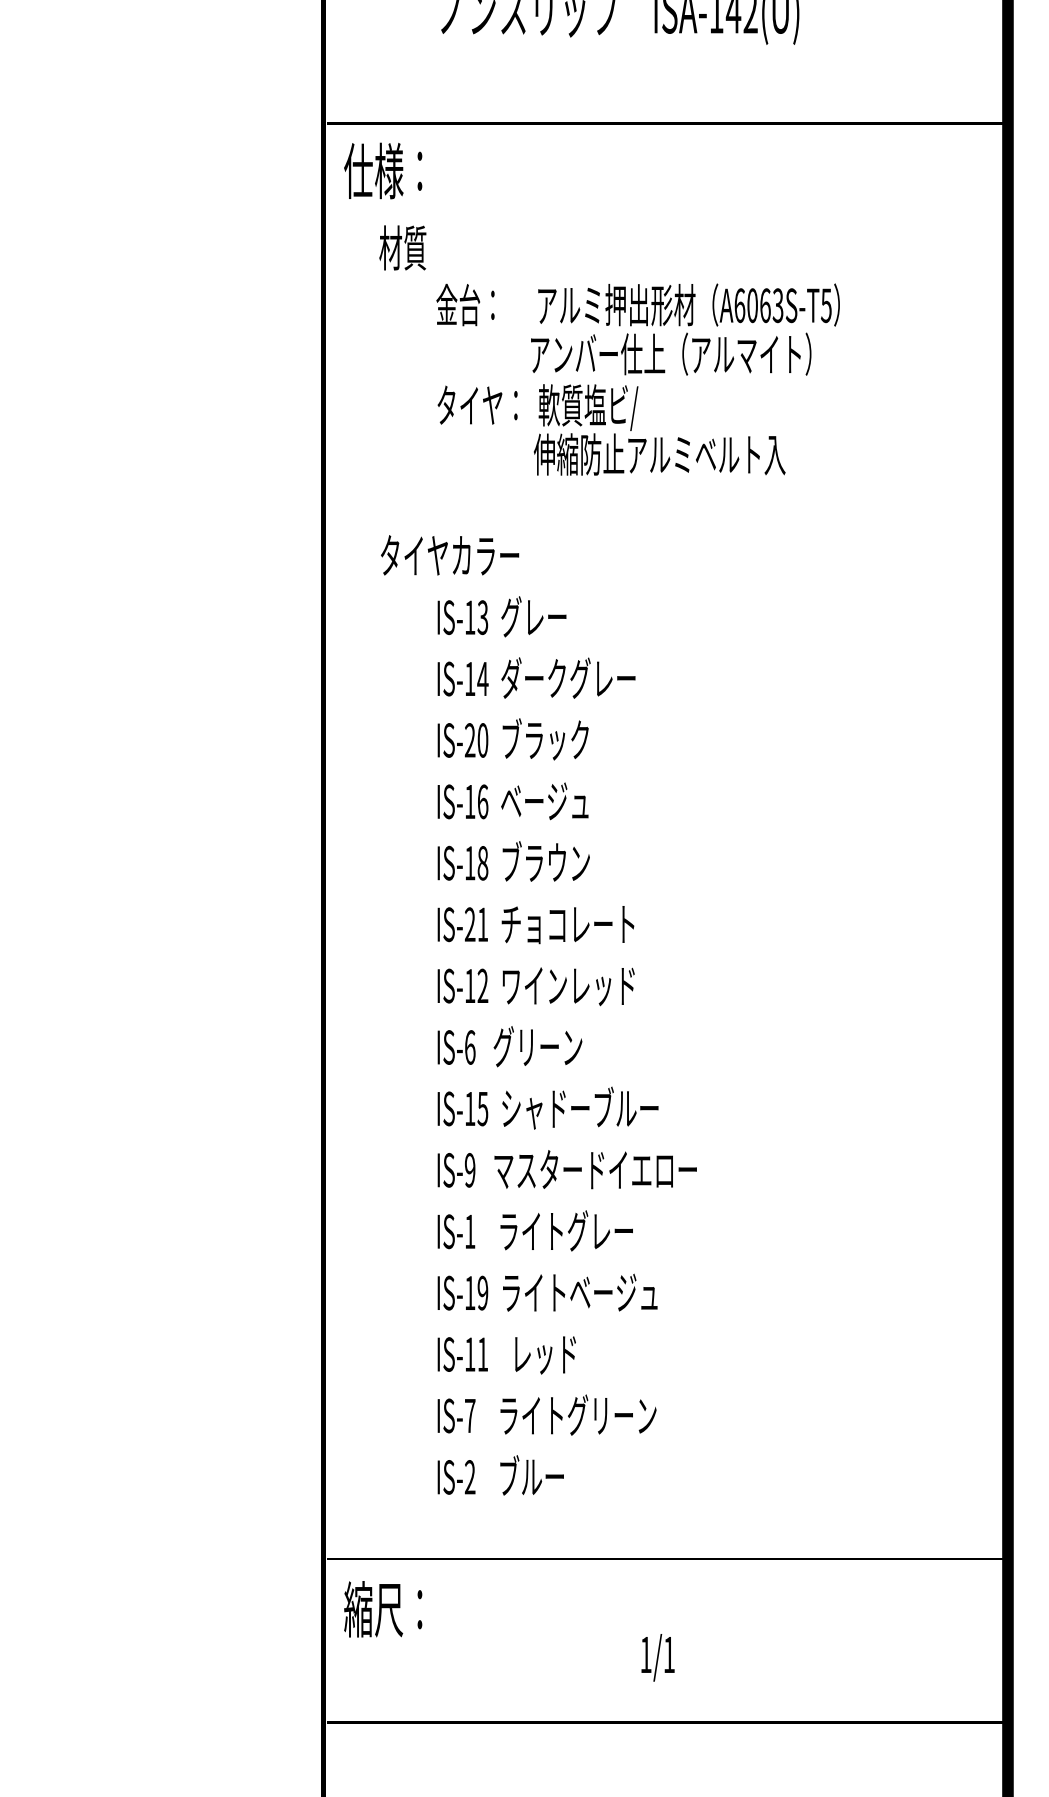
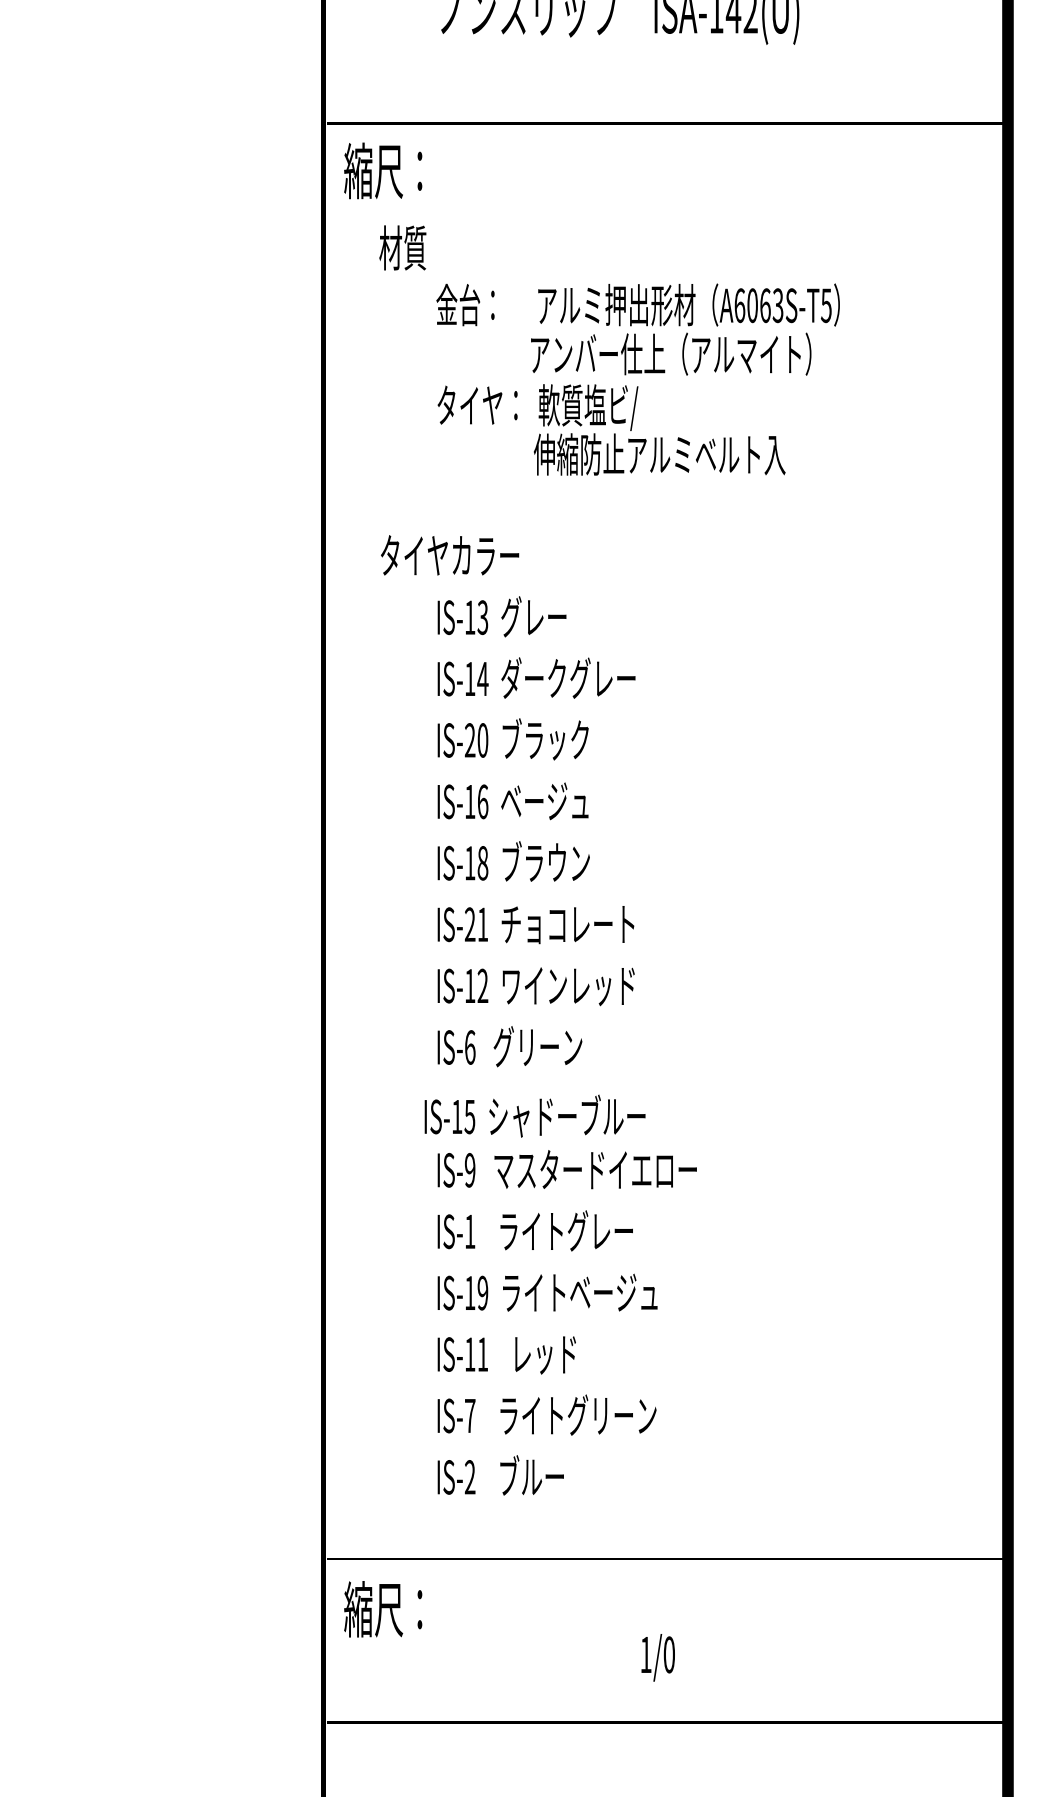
text at (373, 170): 仕様： -> 縮尺：
text at (547, 1107) position: (547, 1107) -> (534, 1115)
text at (668, 1654): 1/1 -> 1/0
